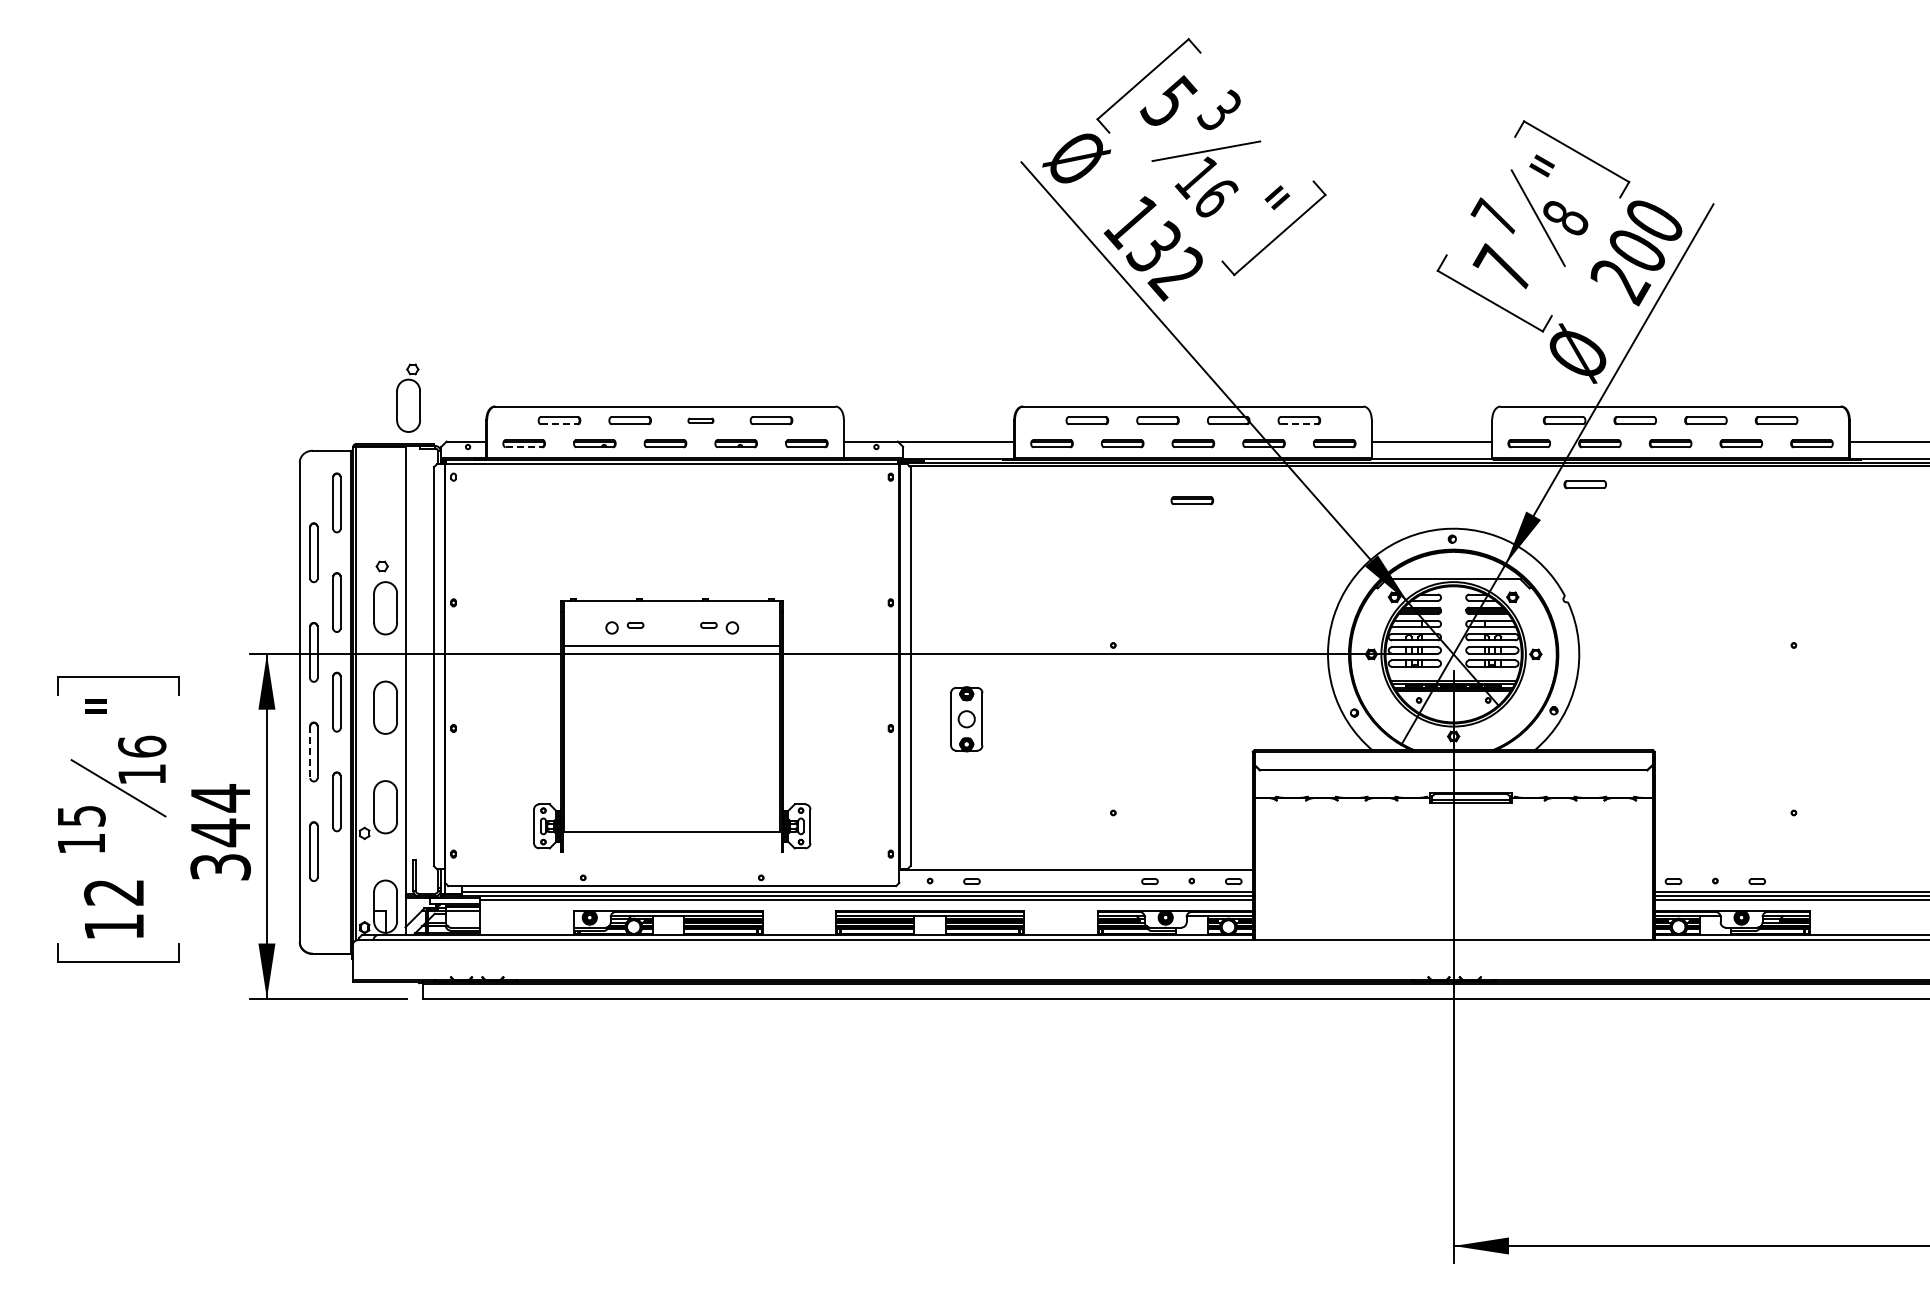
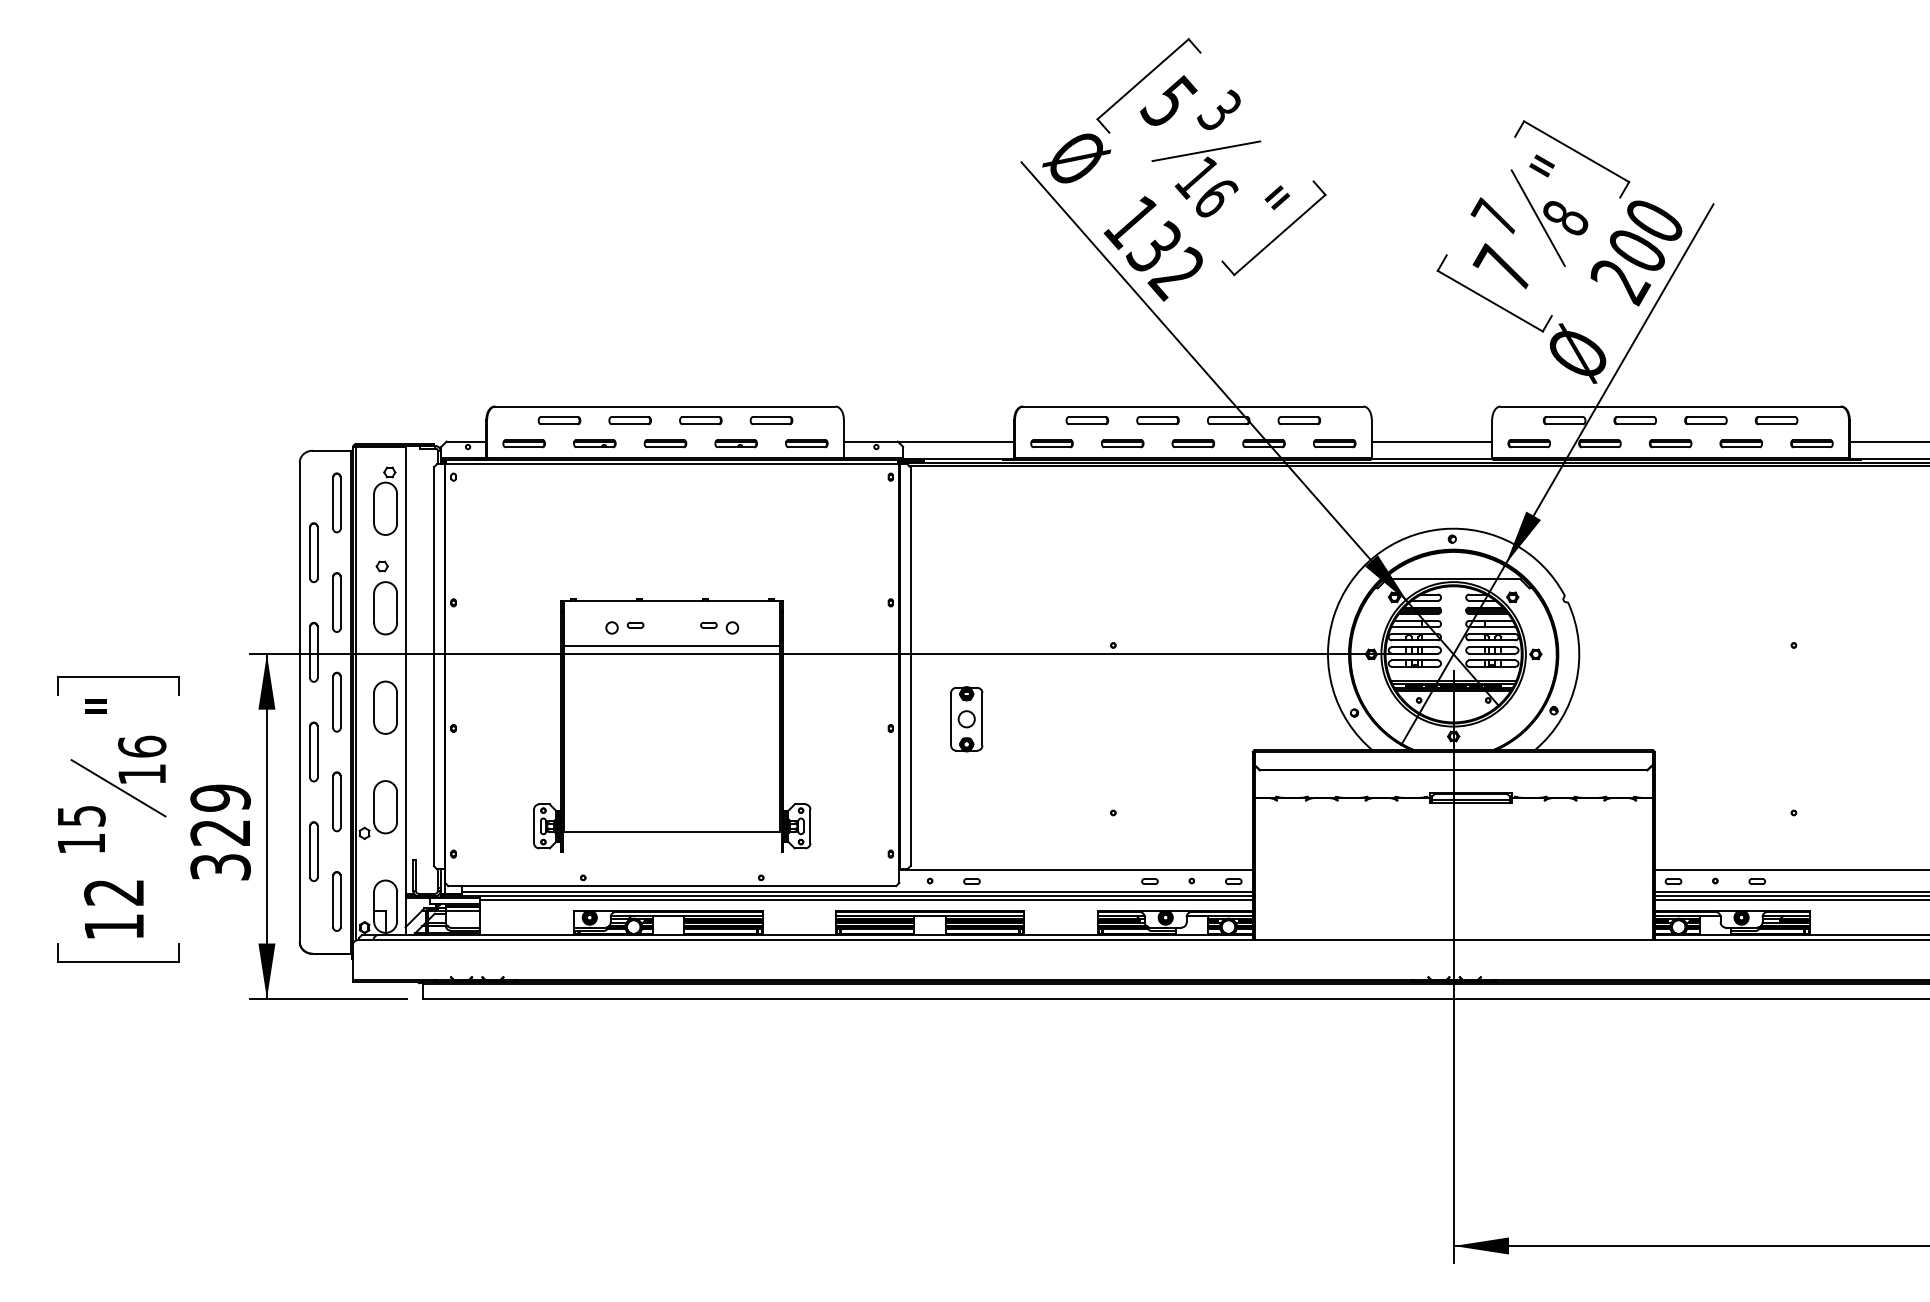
part at (408, 397) position: (408, 397) -> (385, 500)
part at (700, 420) size: 28x7 px -> 44x10 px
line at (559, 424): dashed -> solid
line at (1299, 424): dashed -> solid
line at (524, 447): dashed -> solid
part at (1584, 484): present -> none
part at (1192, 500): present -> none
line at (310, 752): dashed -> solid
text at (220, 815): 344 -> 329
line at (1790, 870): none -> present
part at (336, 901): none -> present
